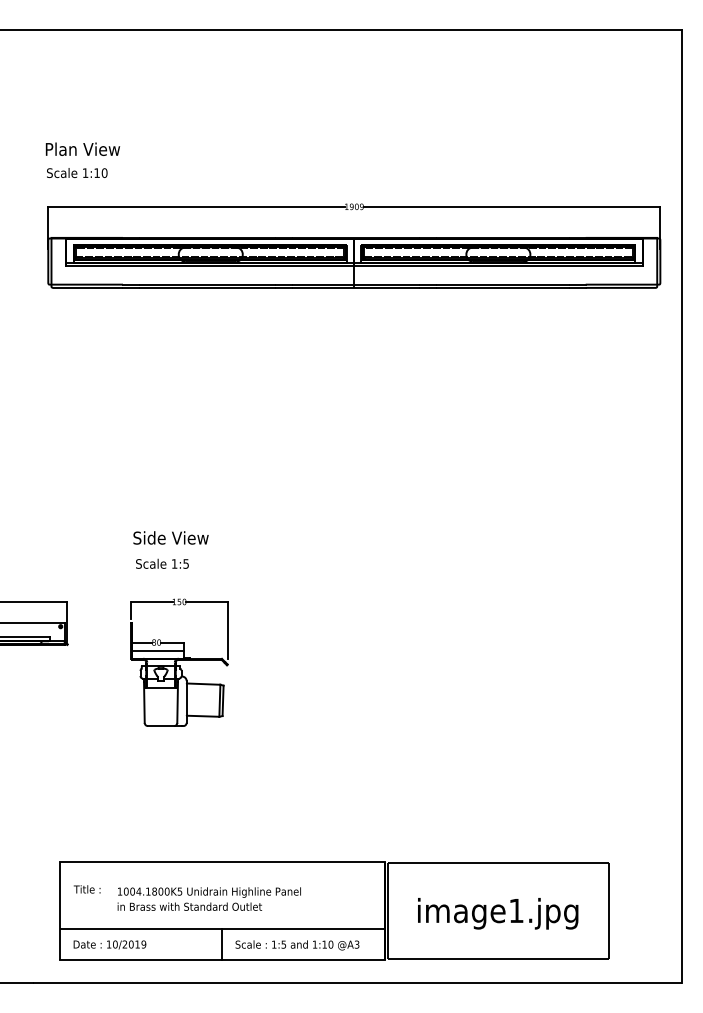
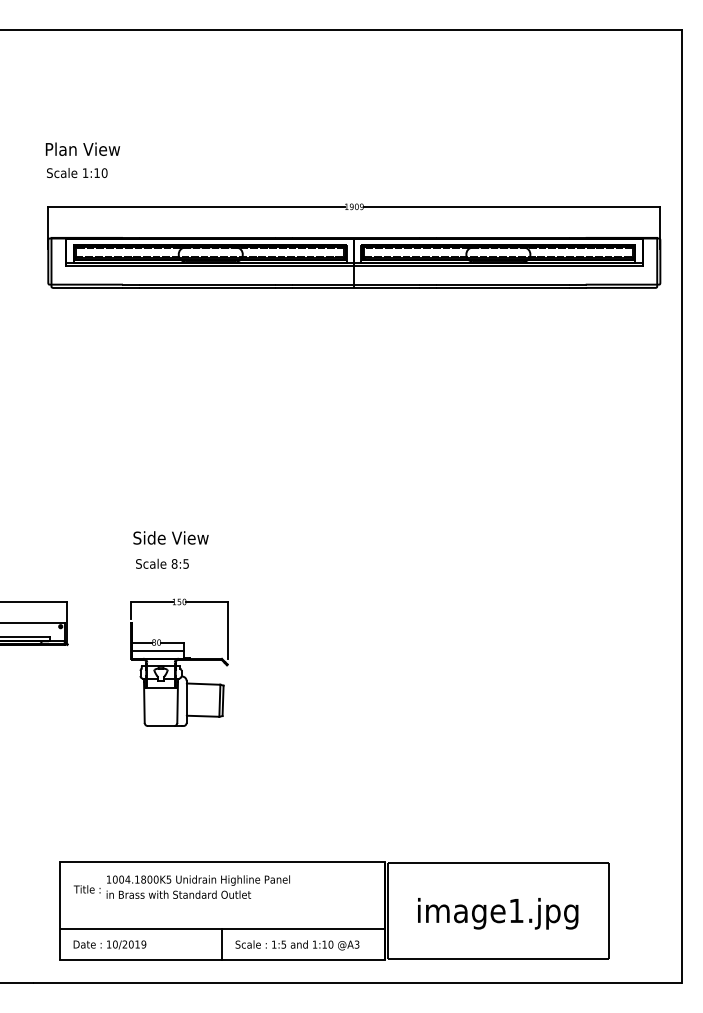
text at (174, 563): 1:5 -> 8:5
text at (208, 898) position: (208, 898) -> (197, 886)
